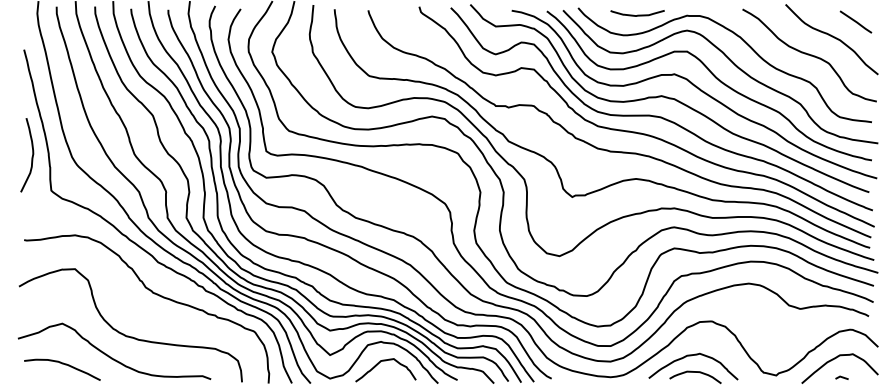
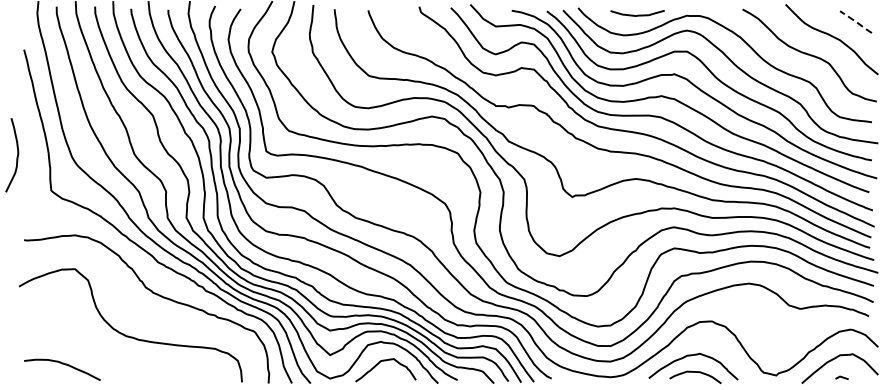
line at (856, 22): solid -> dashed
curve at (31, 156) position: (31, 156) -> (16, 156)
curve at (109, 355): present -> none
